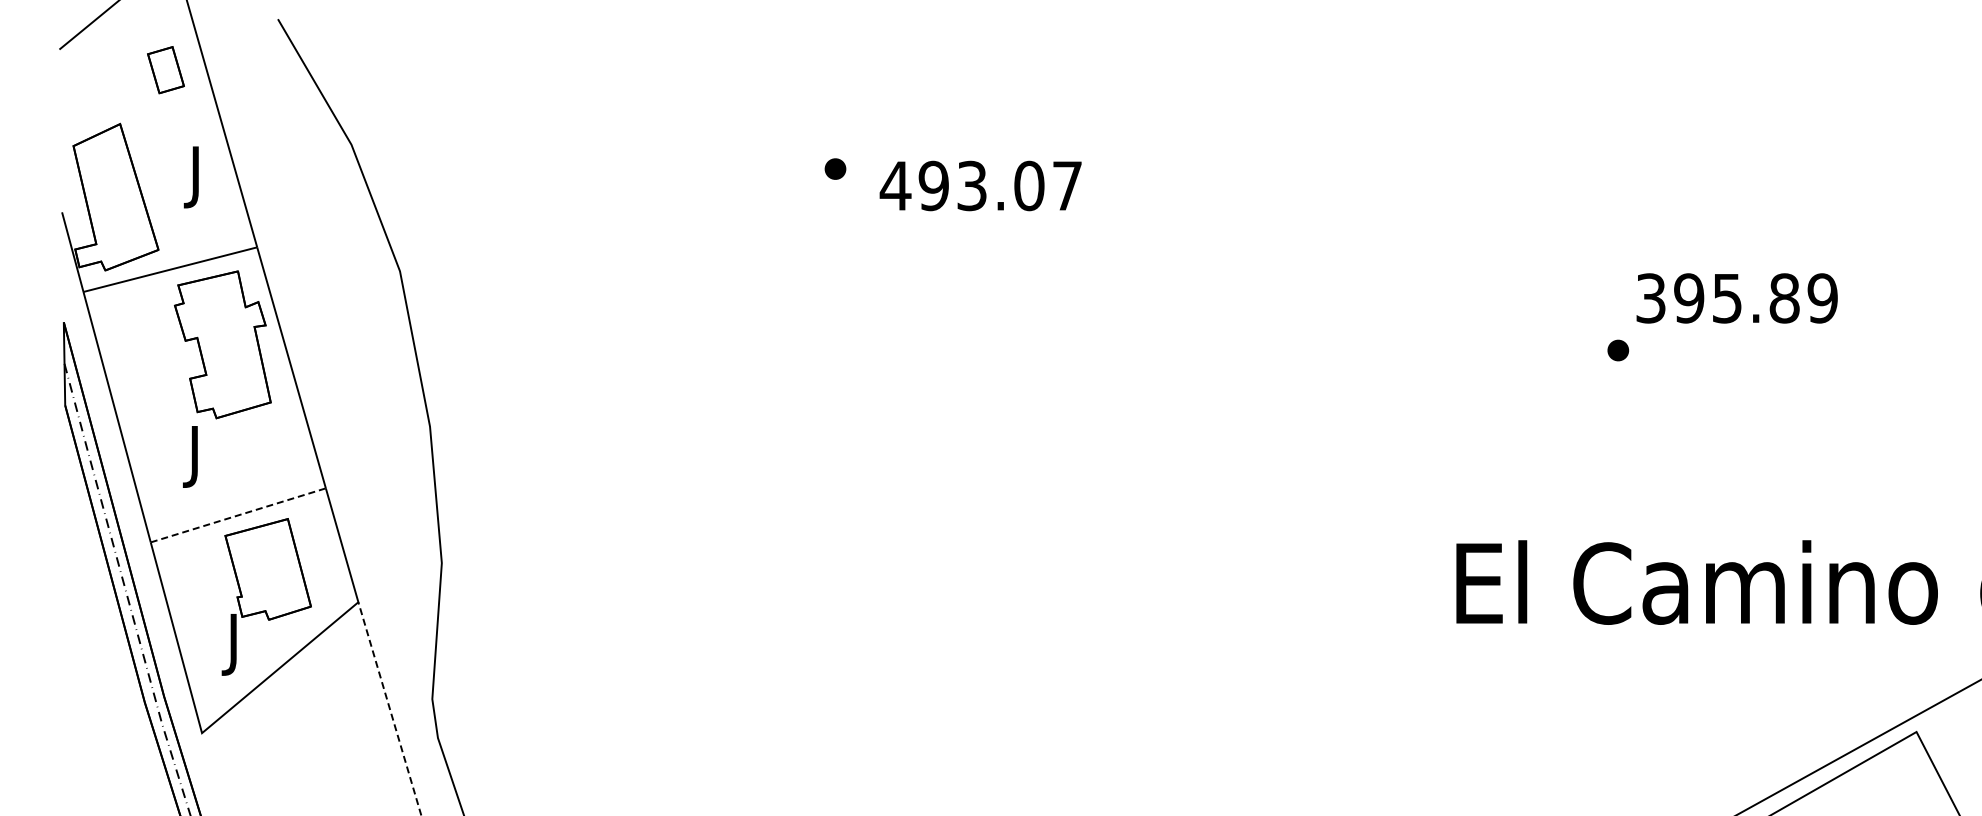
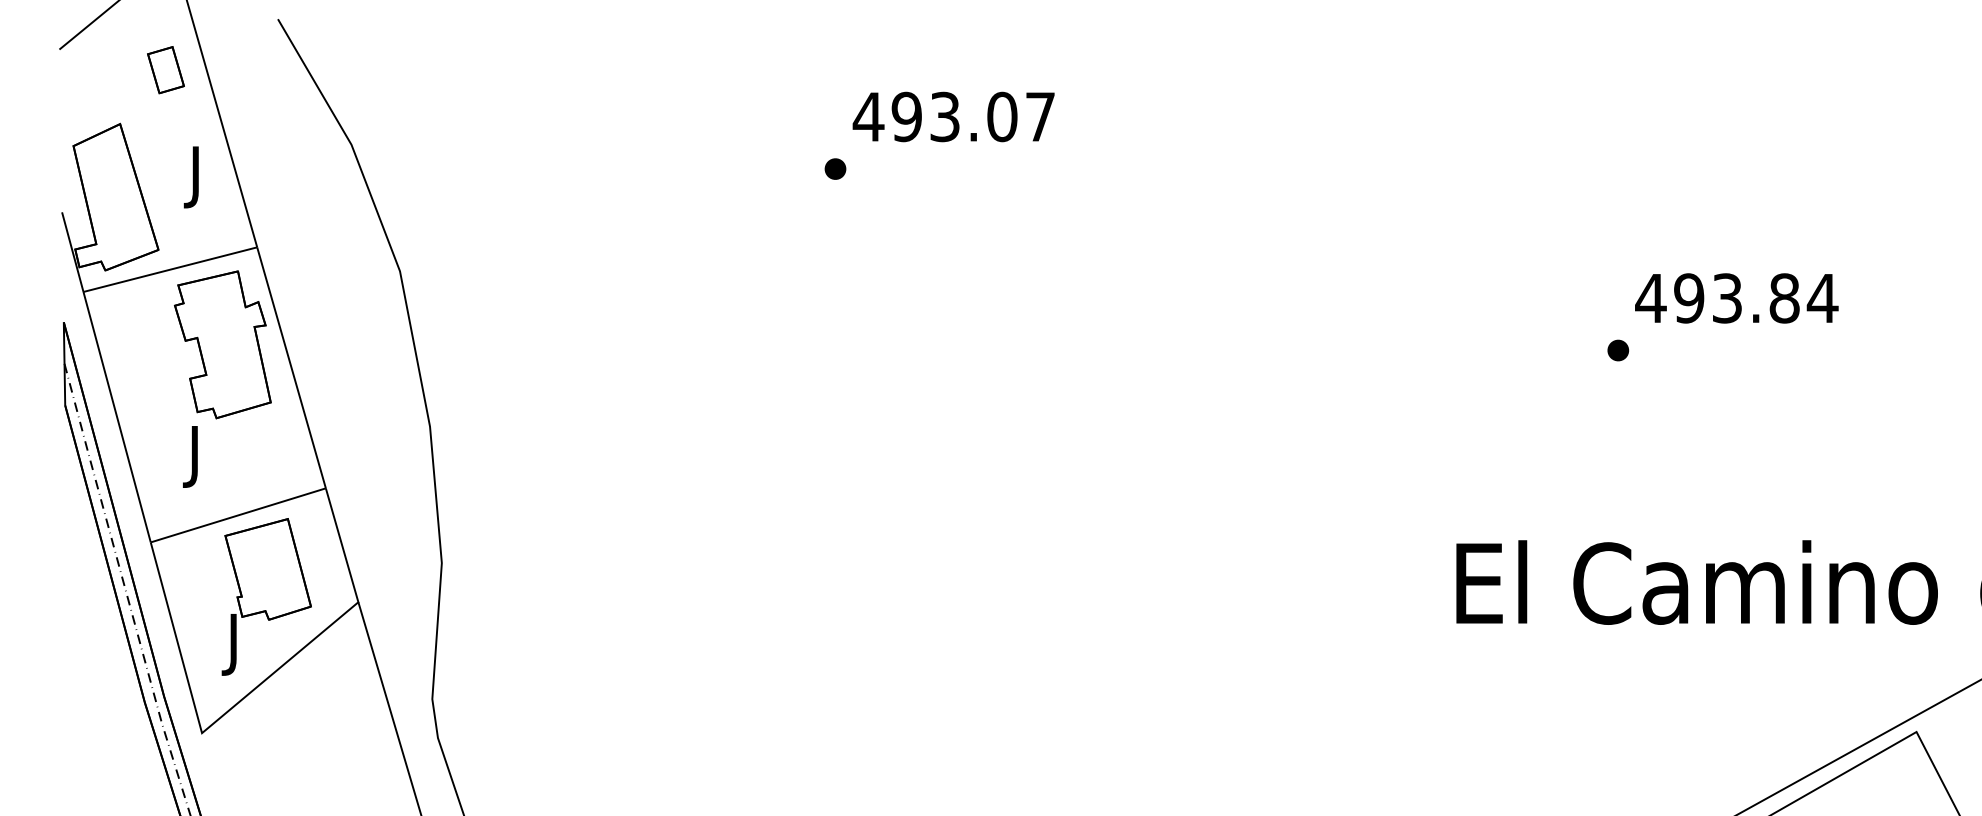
text at (980, 185) position: (980, 185) -> (953, 116)
text at (1736, 298): 395.89 -> 493.84
line at (238, 515): dashed -> solid
line at (389, 708): dashed -> solid
